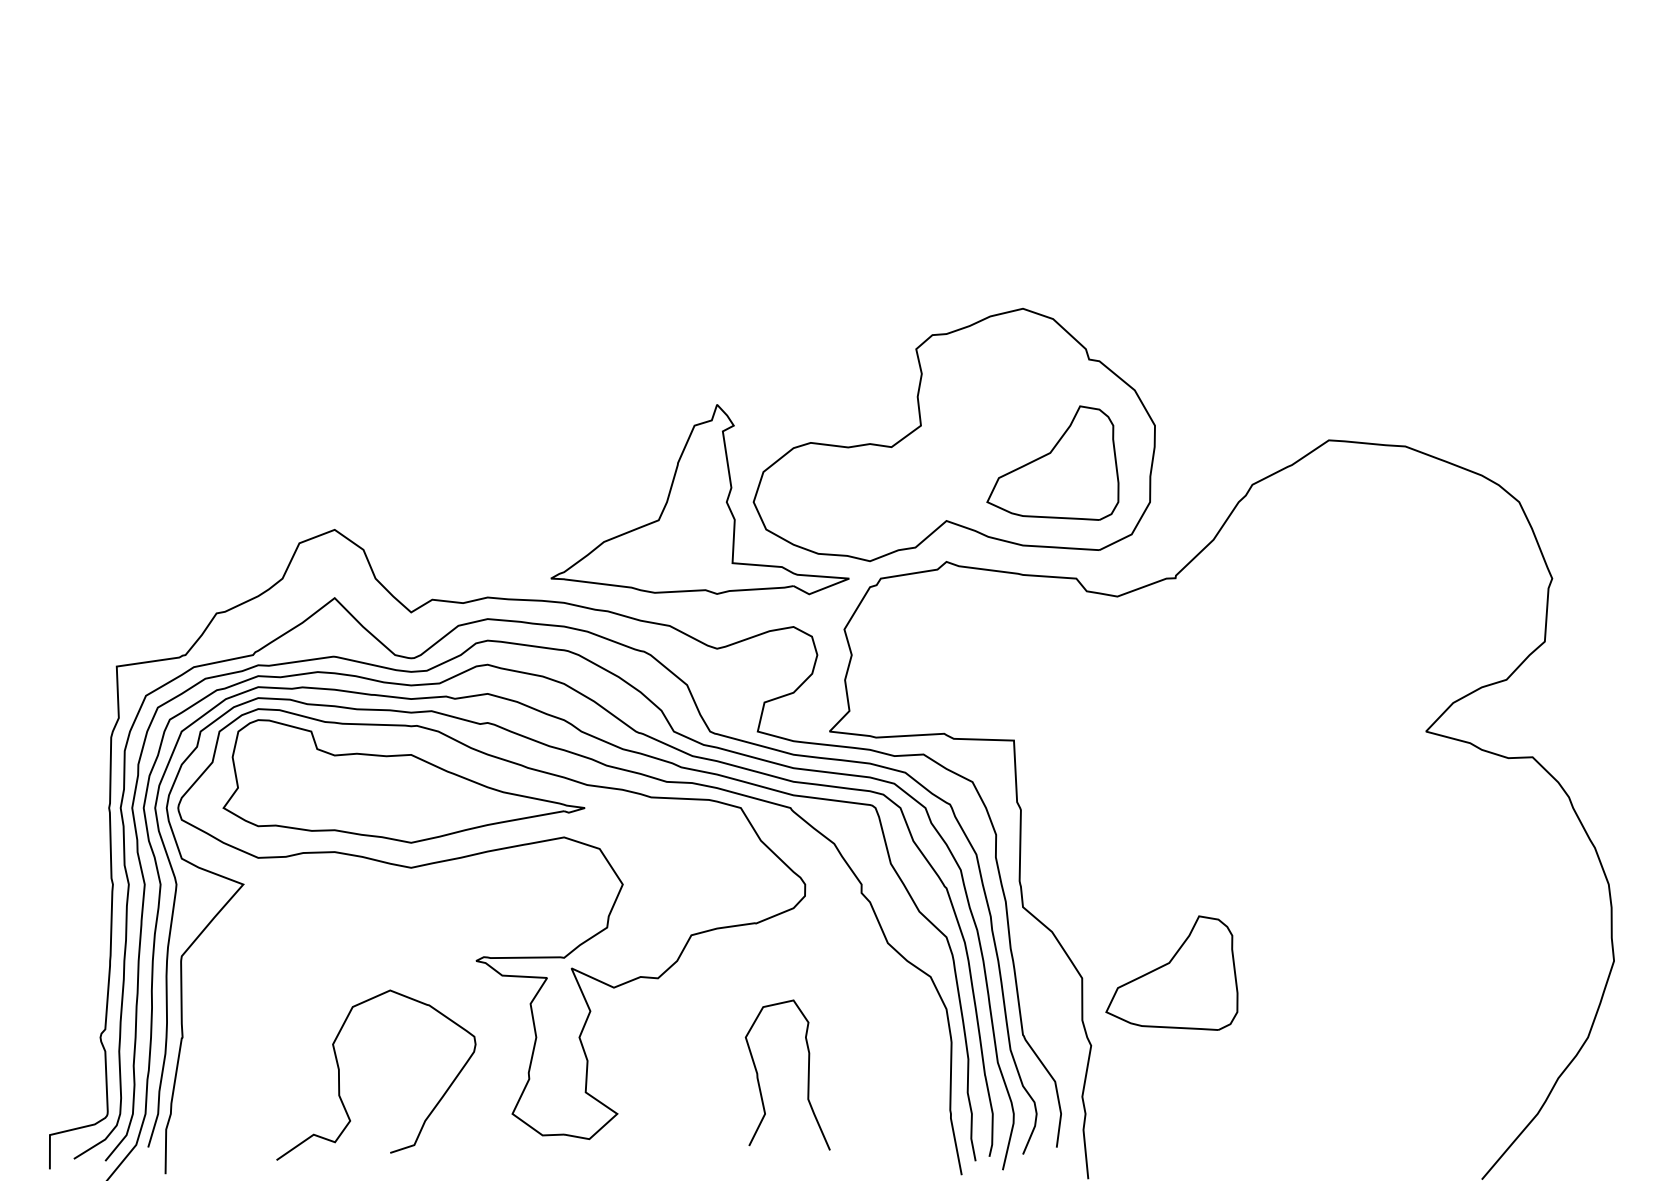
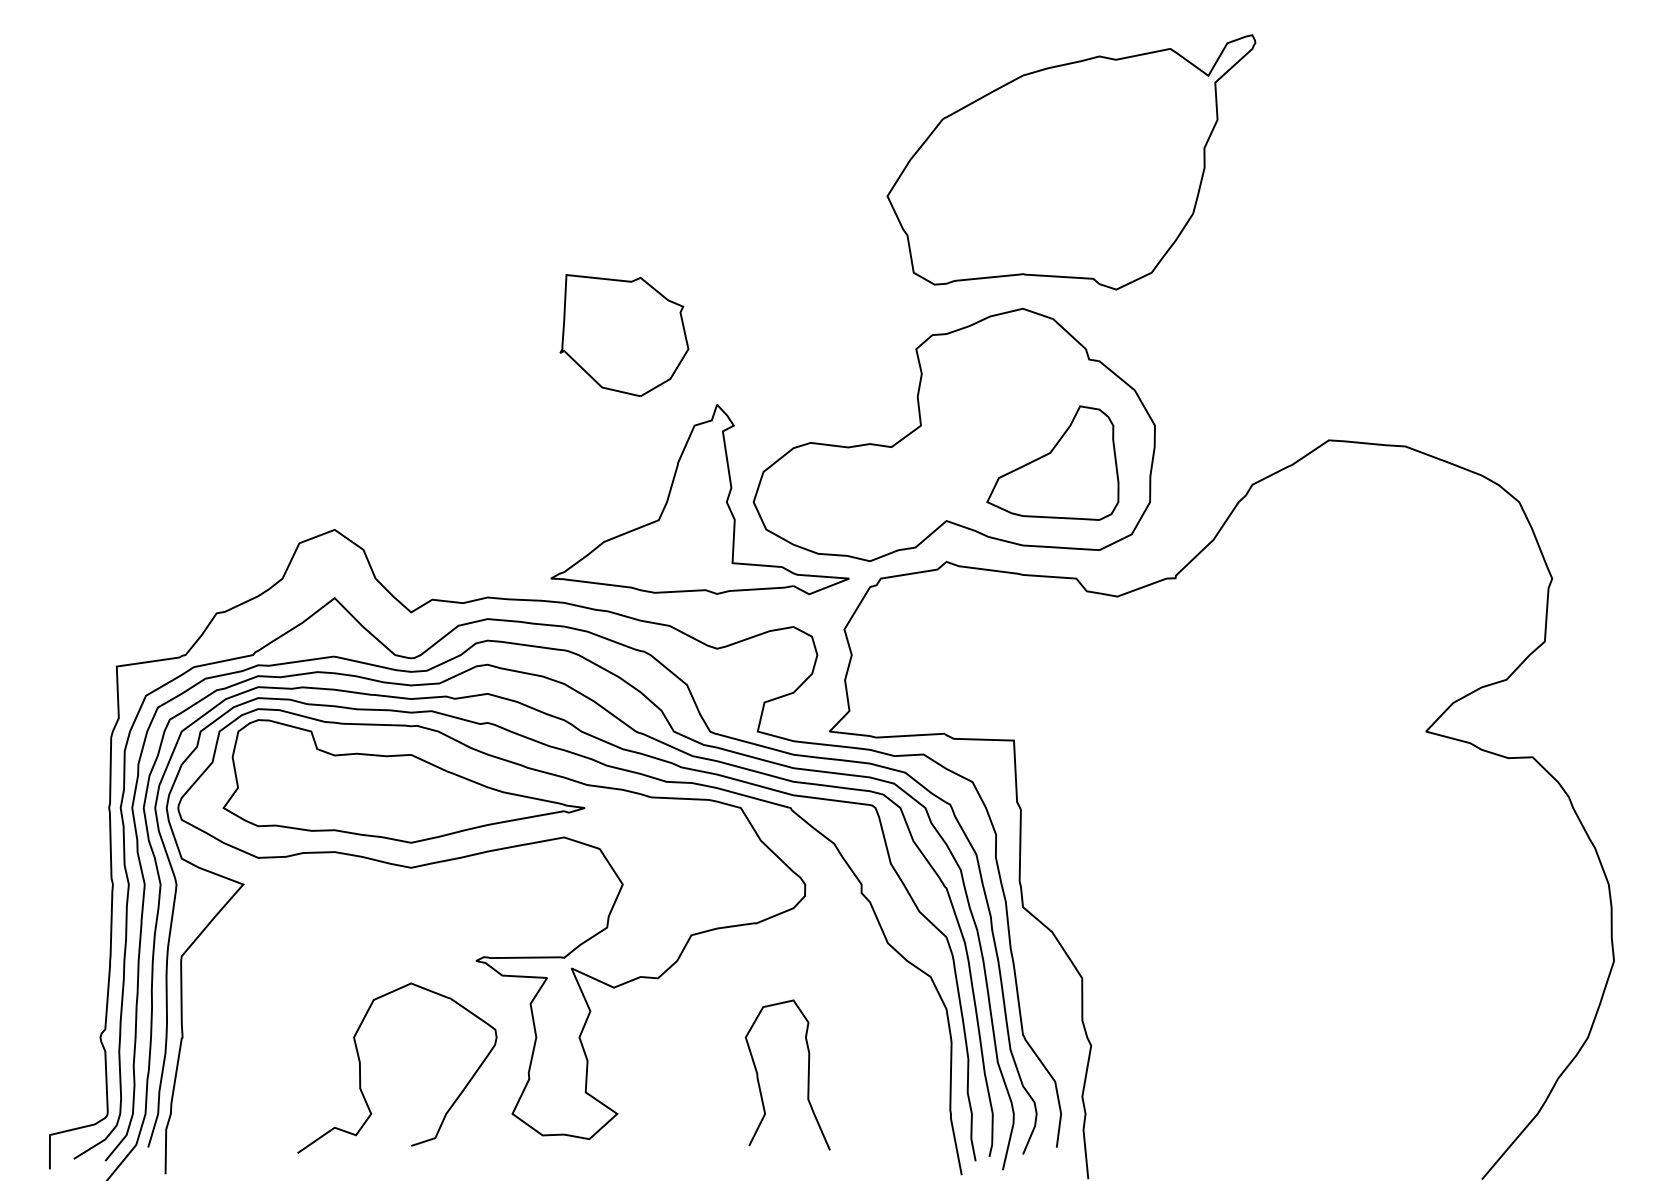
part at (1071, 162): none -> present
part at (624, 335): none -> present
part at (1171, 972): present -> none
curve at (339, 1074) position: (339, 1074) -> (360, 1067)
